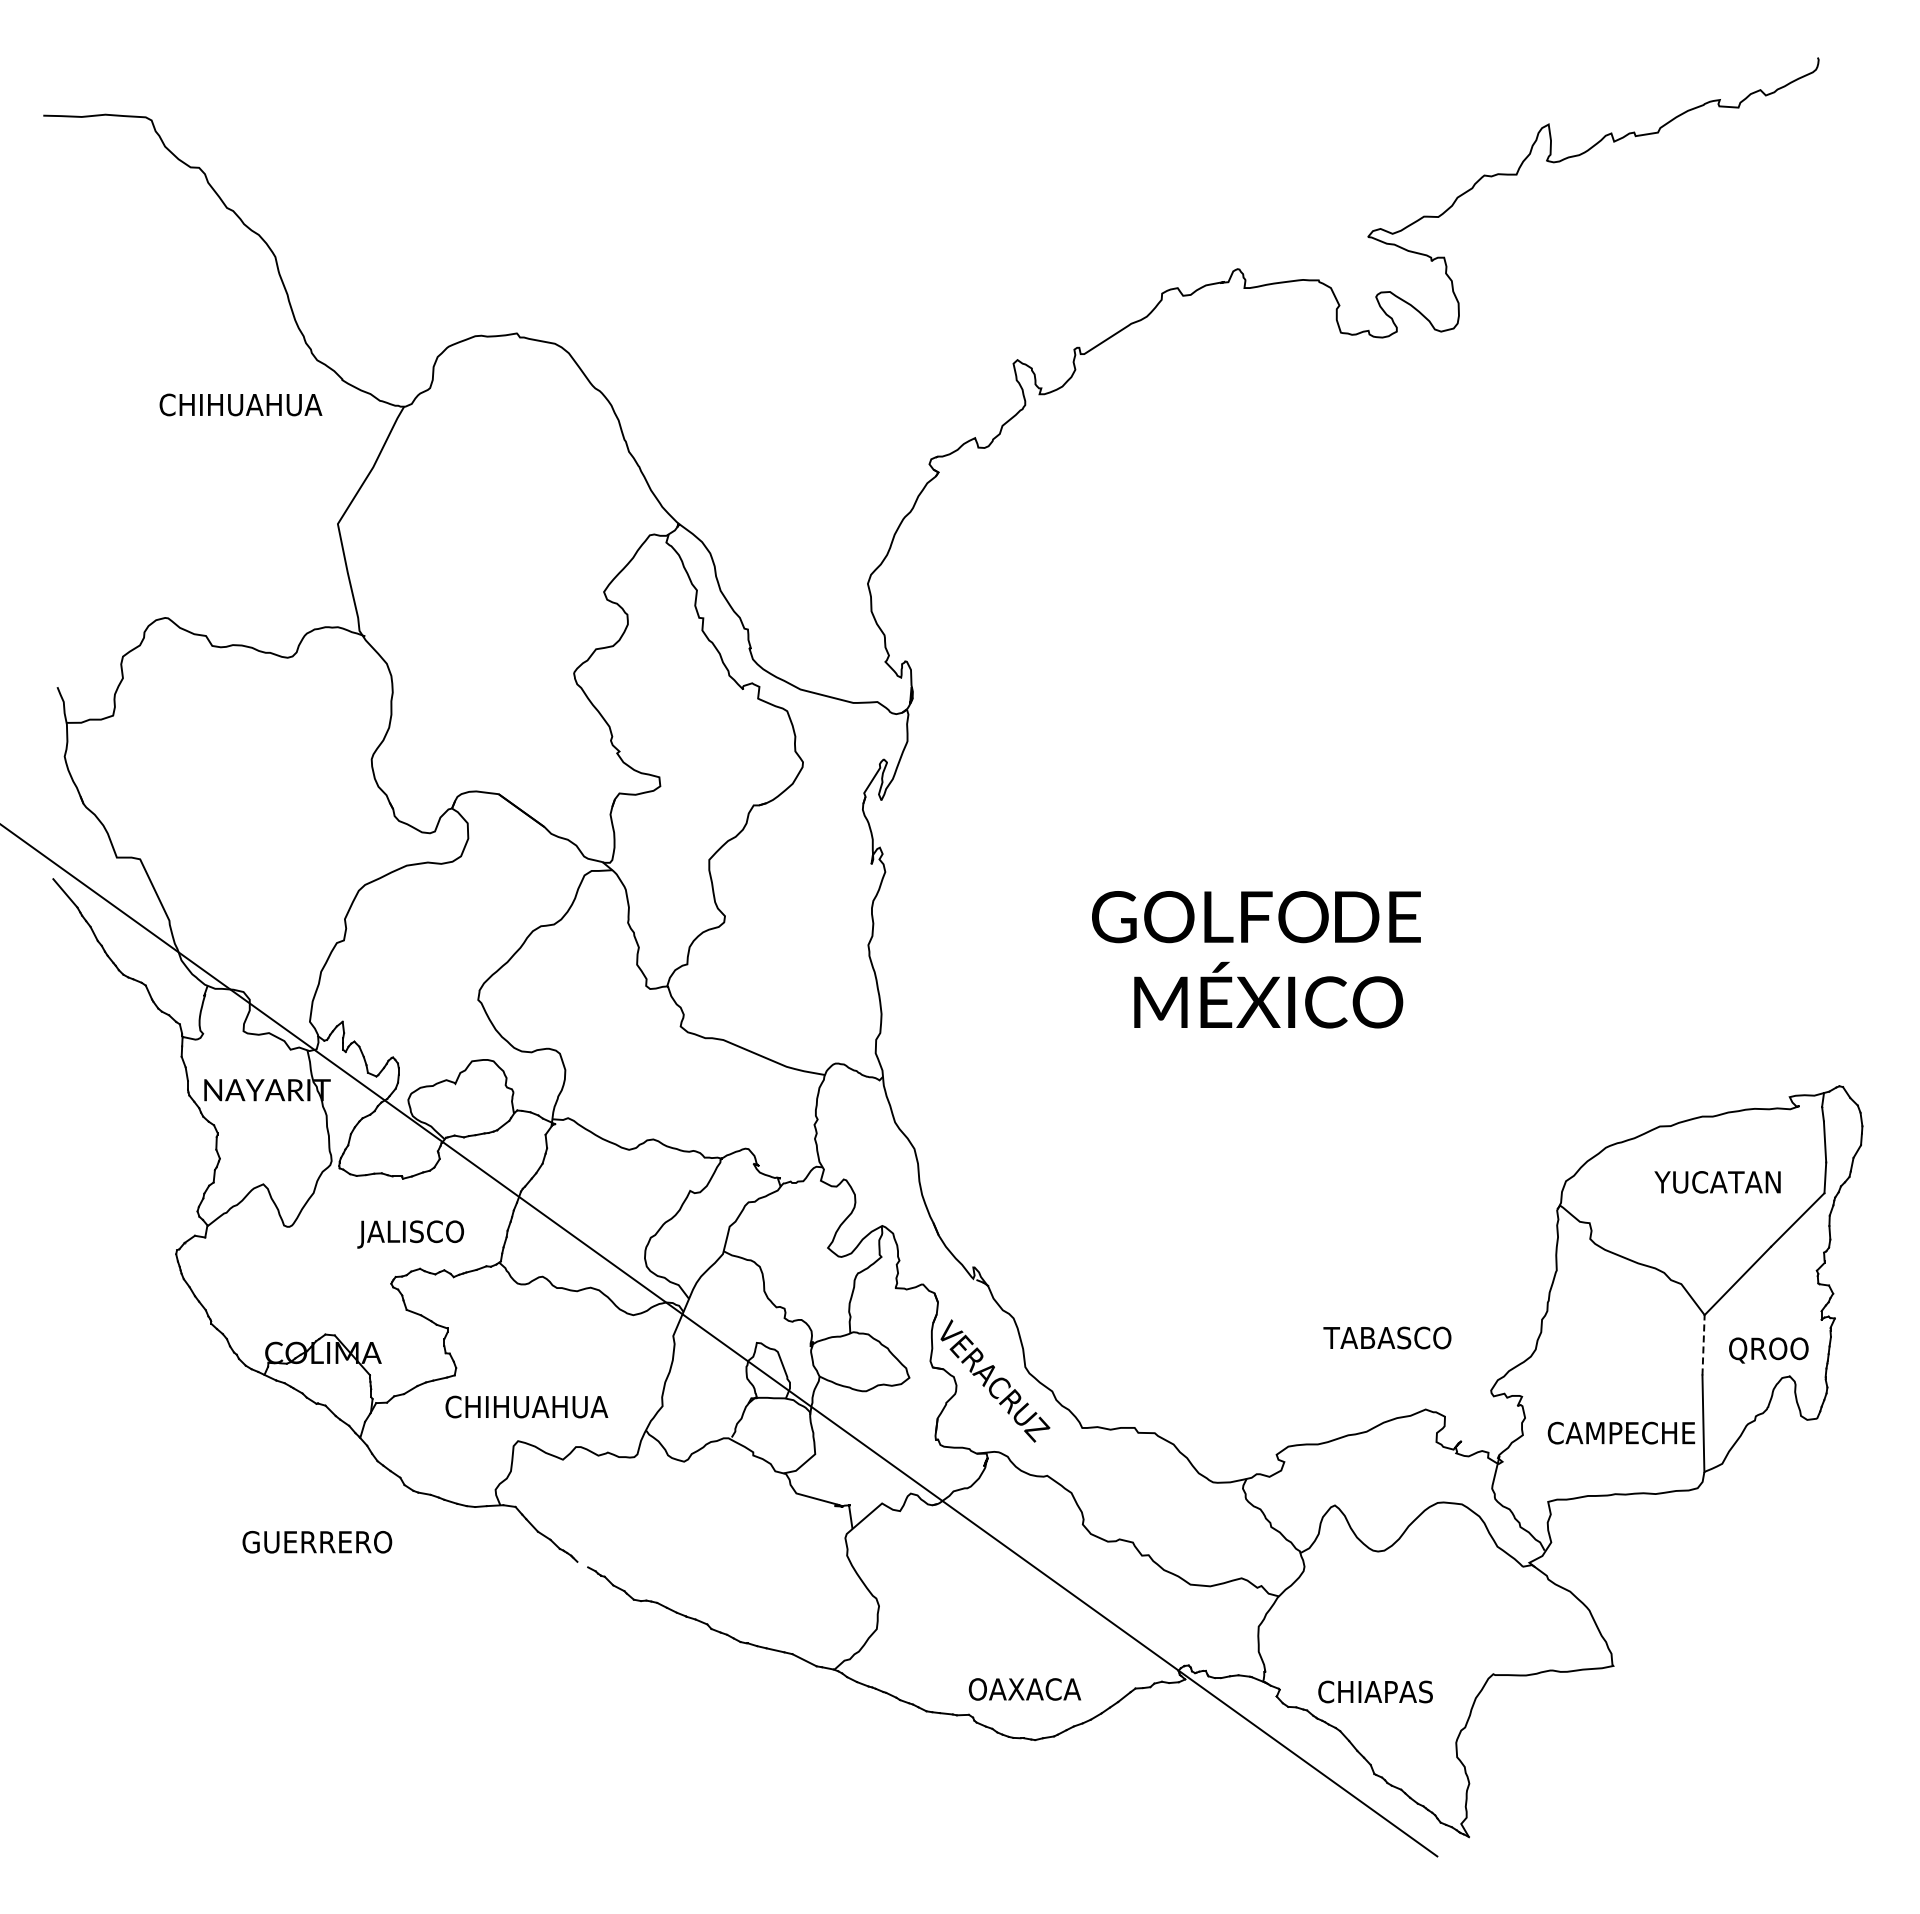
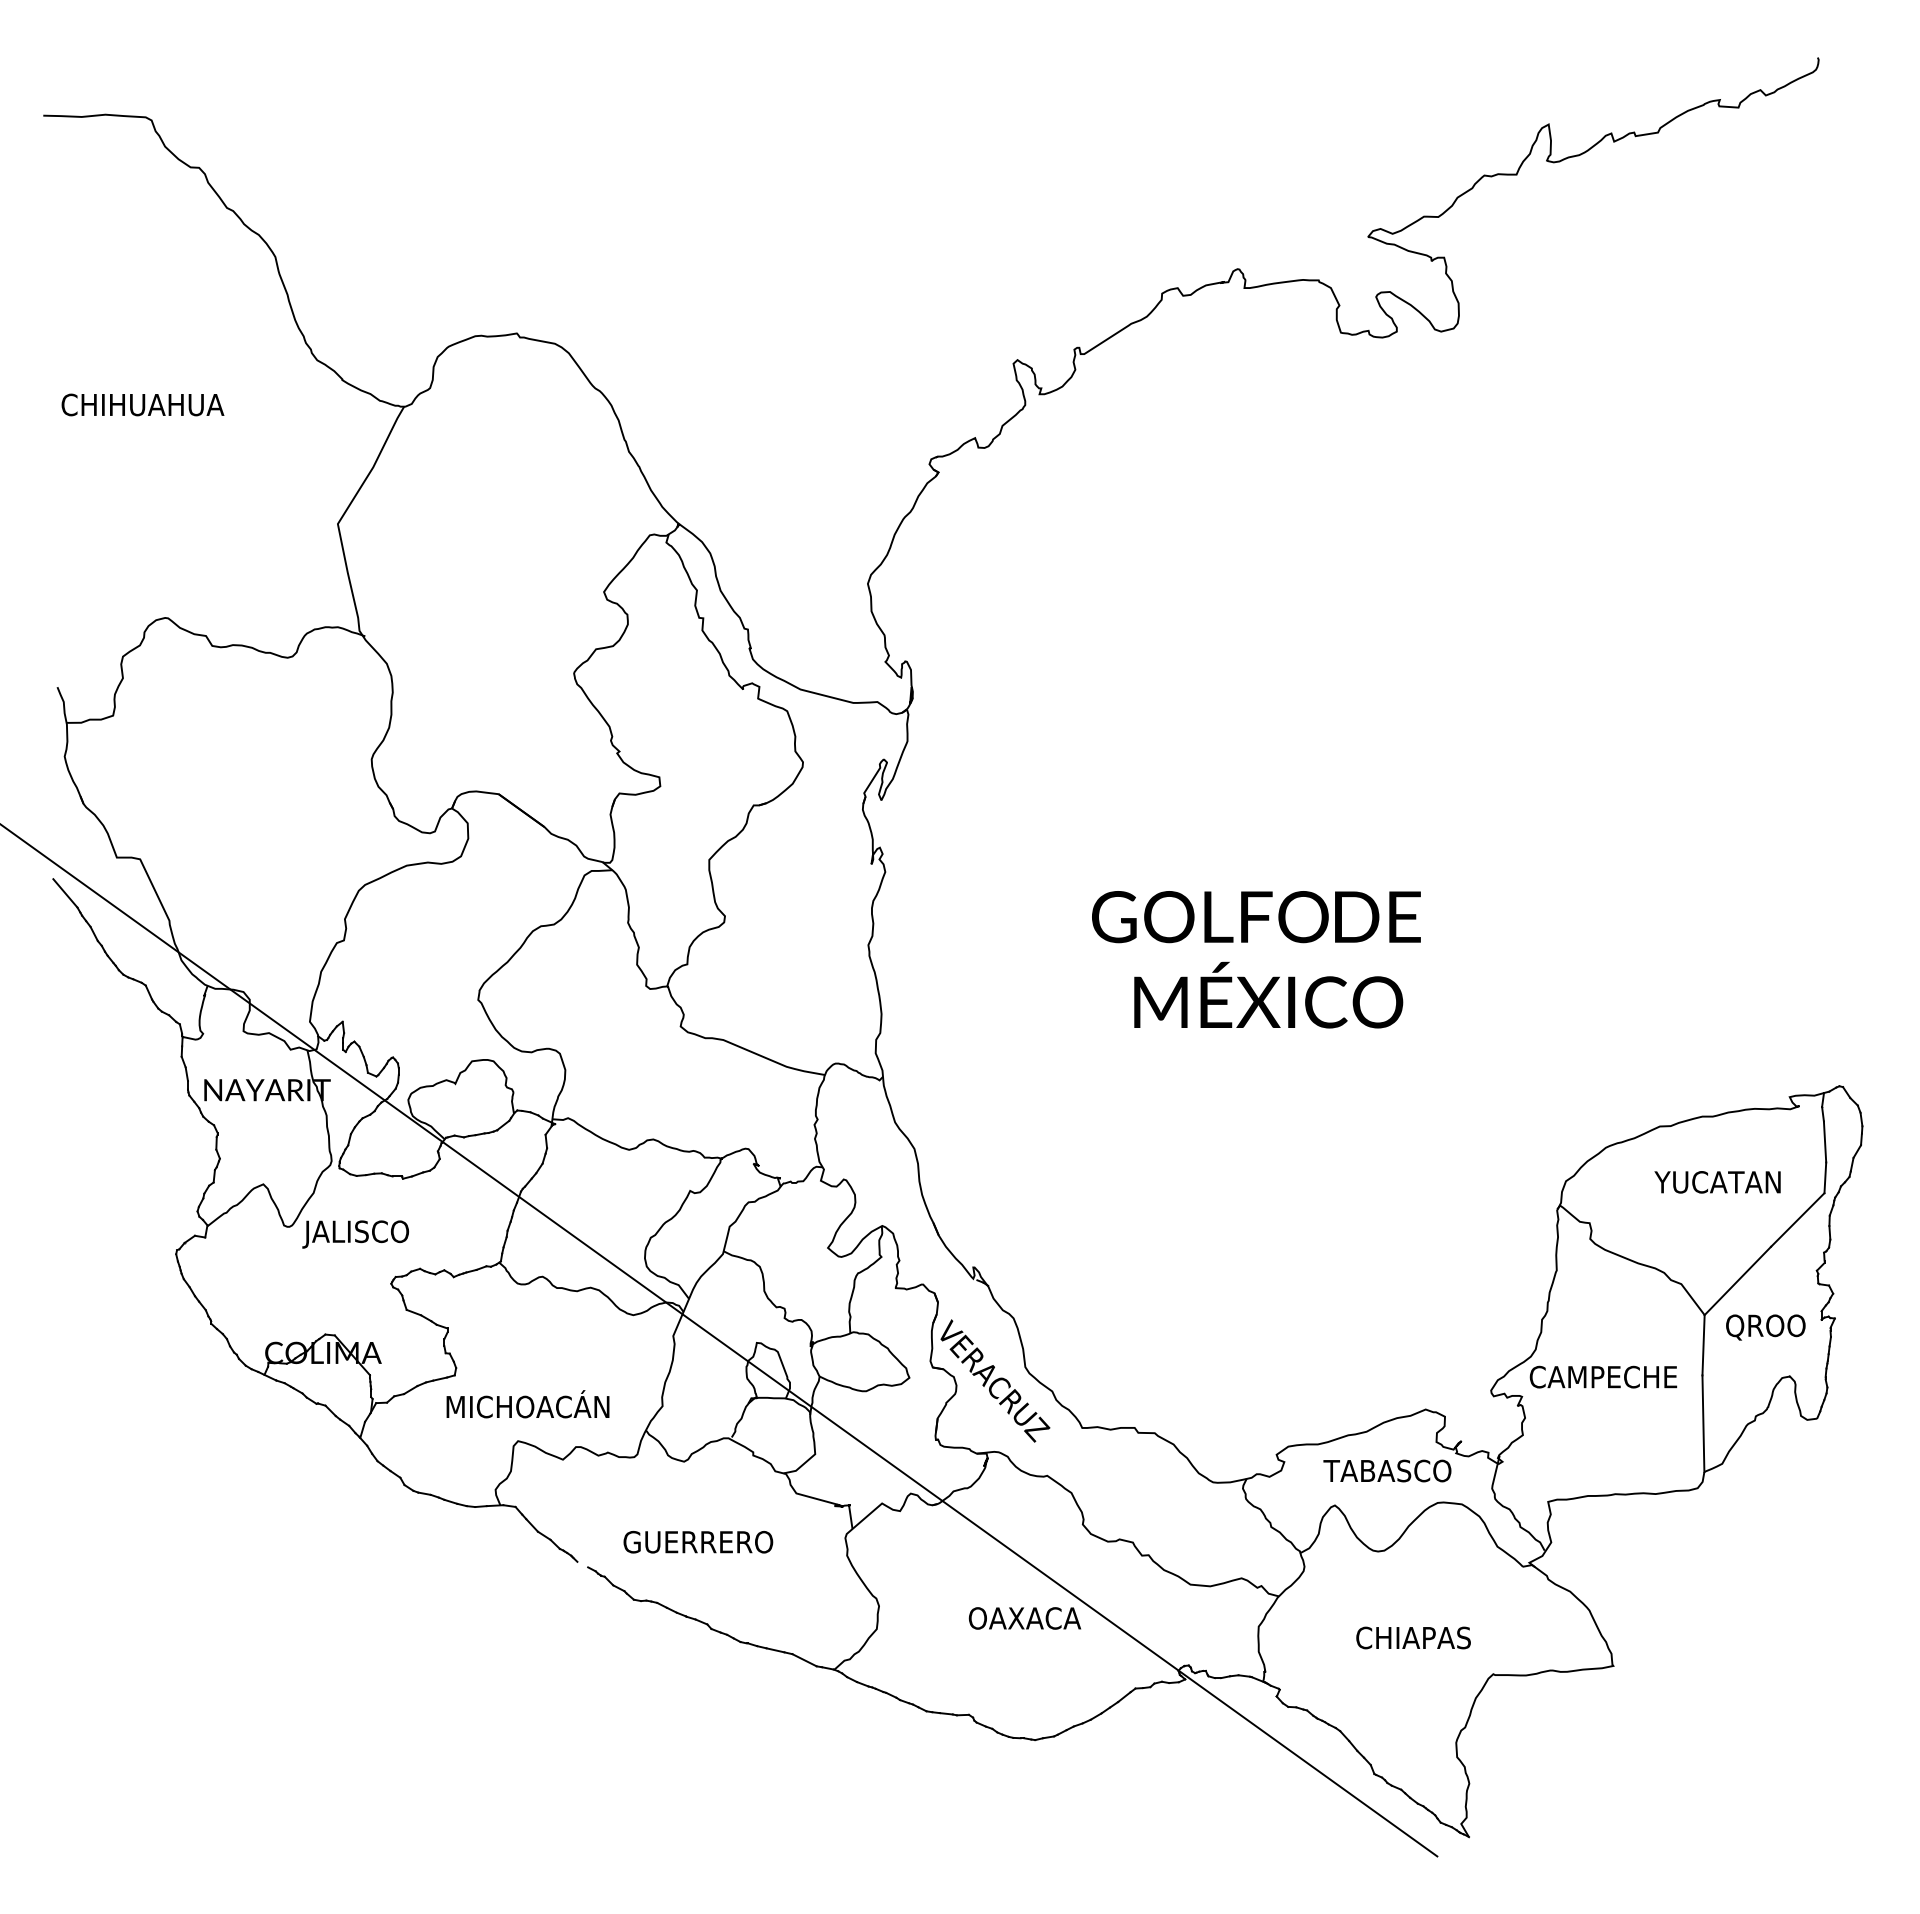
text at (240, 404) position: (240, 404) -> (142, 404)
text at (410, 1234) position: (410, 1234) -> (355, 1234)
text at (1387, 1337) position: (1387, 1337) -> (1387, 1470)
line at (1703, 1344): dashed -> solid
text at (1768, 1350) position: (1768, 1350) -> (1765, 1327)
text at (527, 1404): CHIHUAHUA -> MICHOACÁN
text at (1621, 1432) position: (1621, 1432) -> (1603, 1376)
text at (317, 1542) position: (317, 1542) -> (698, 1542)
text at (1024, 1689) position: (1024, 1689) -> (1024, 1618)
text at (1375, 1691) position: (1375, 1691) -> (1413, 1637)
